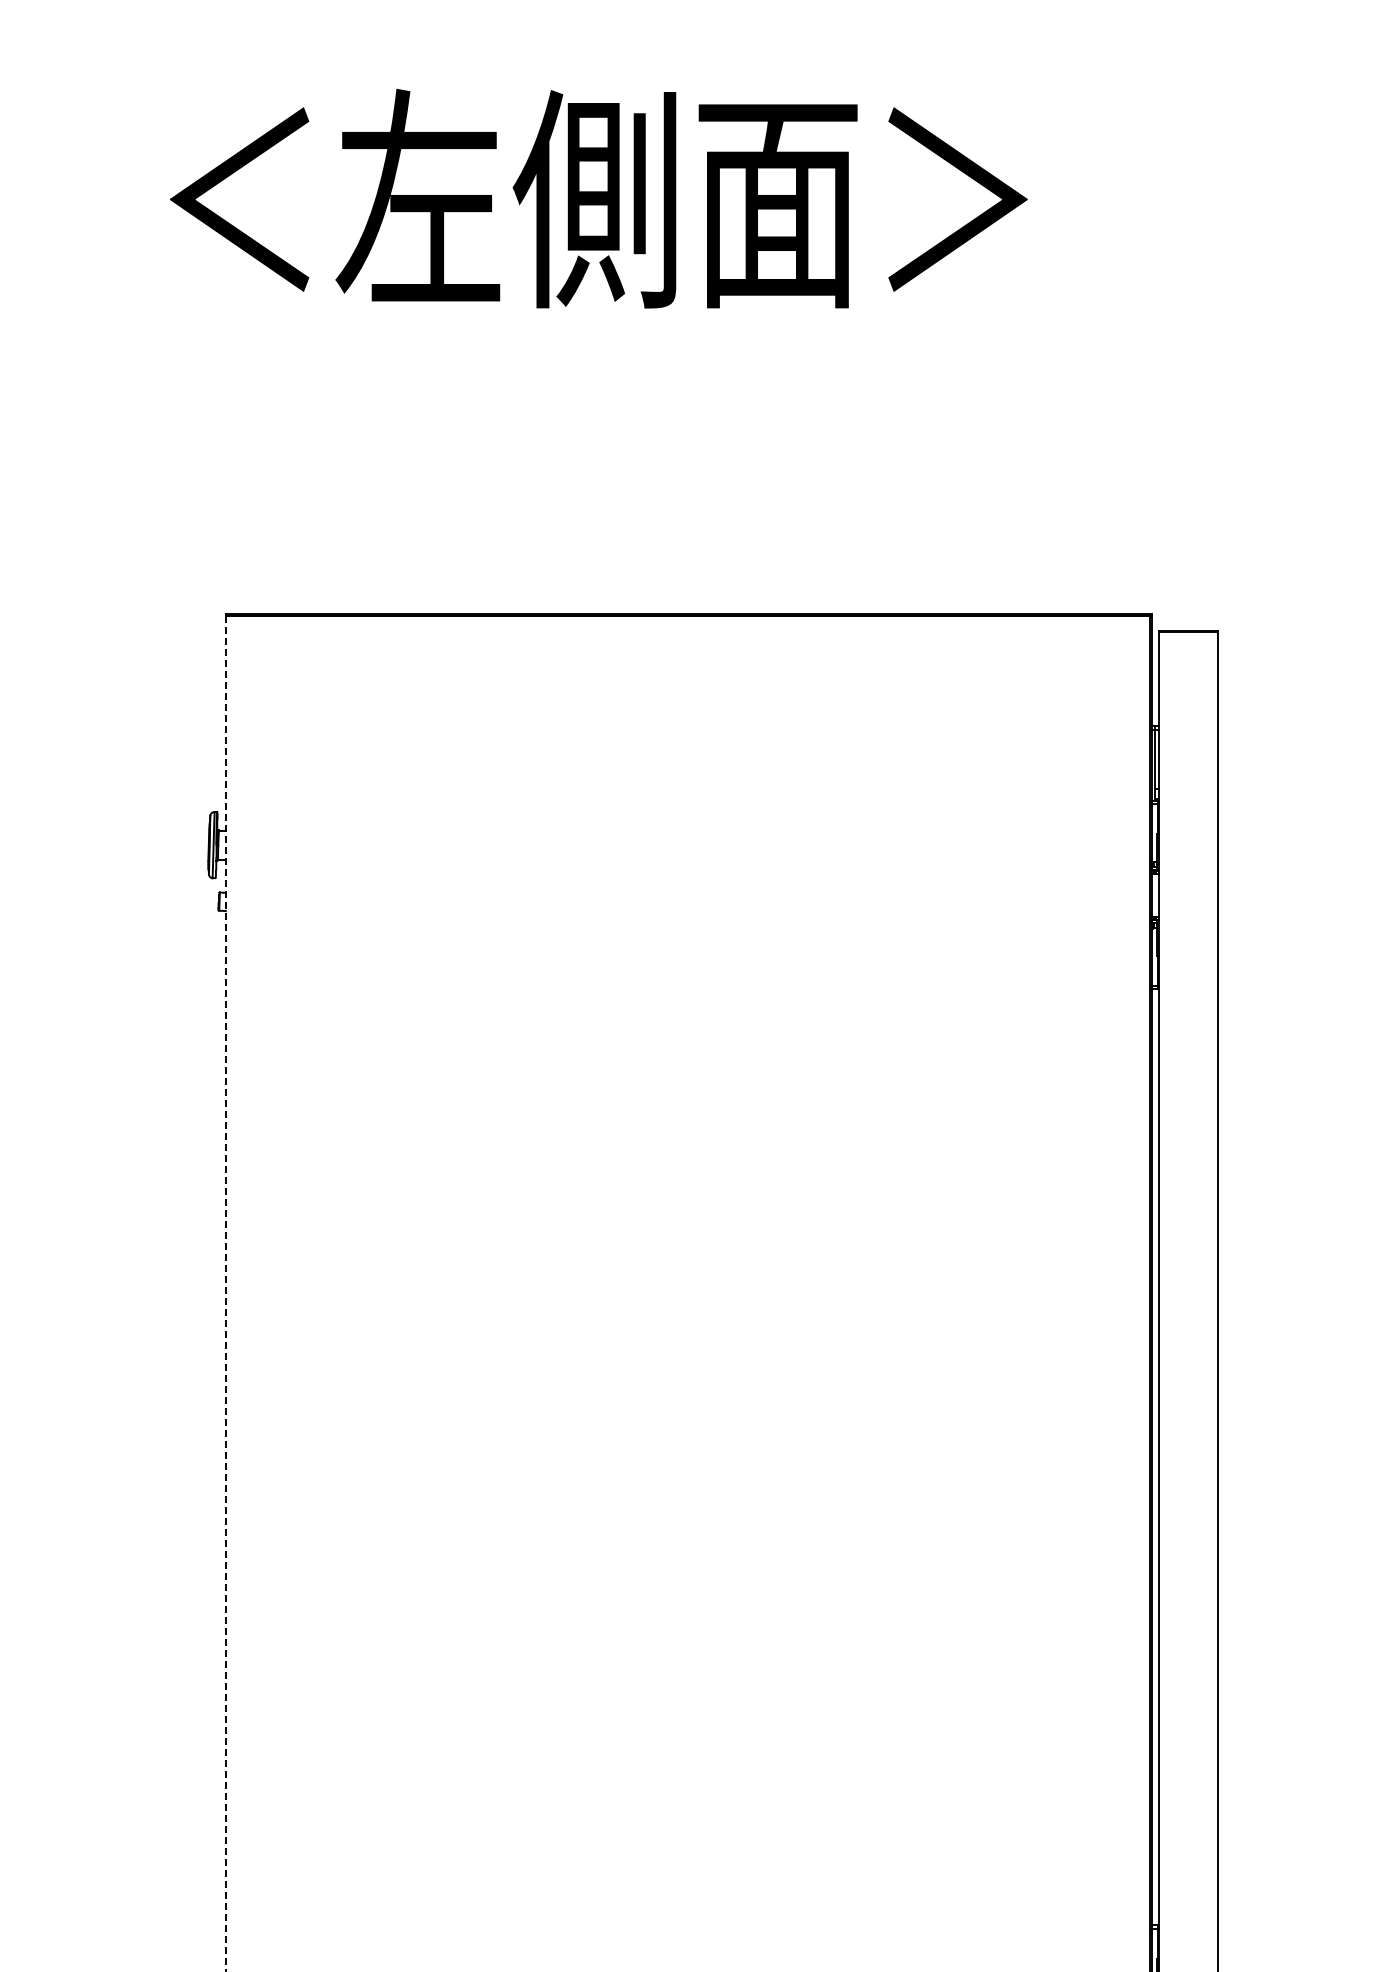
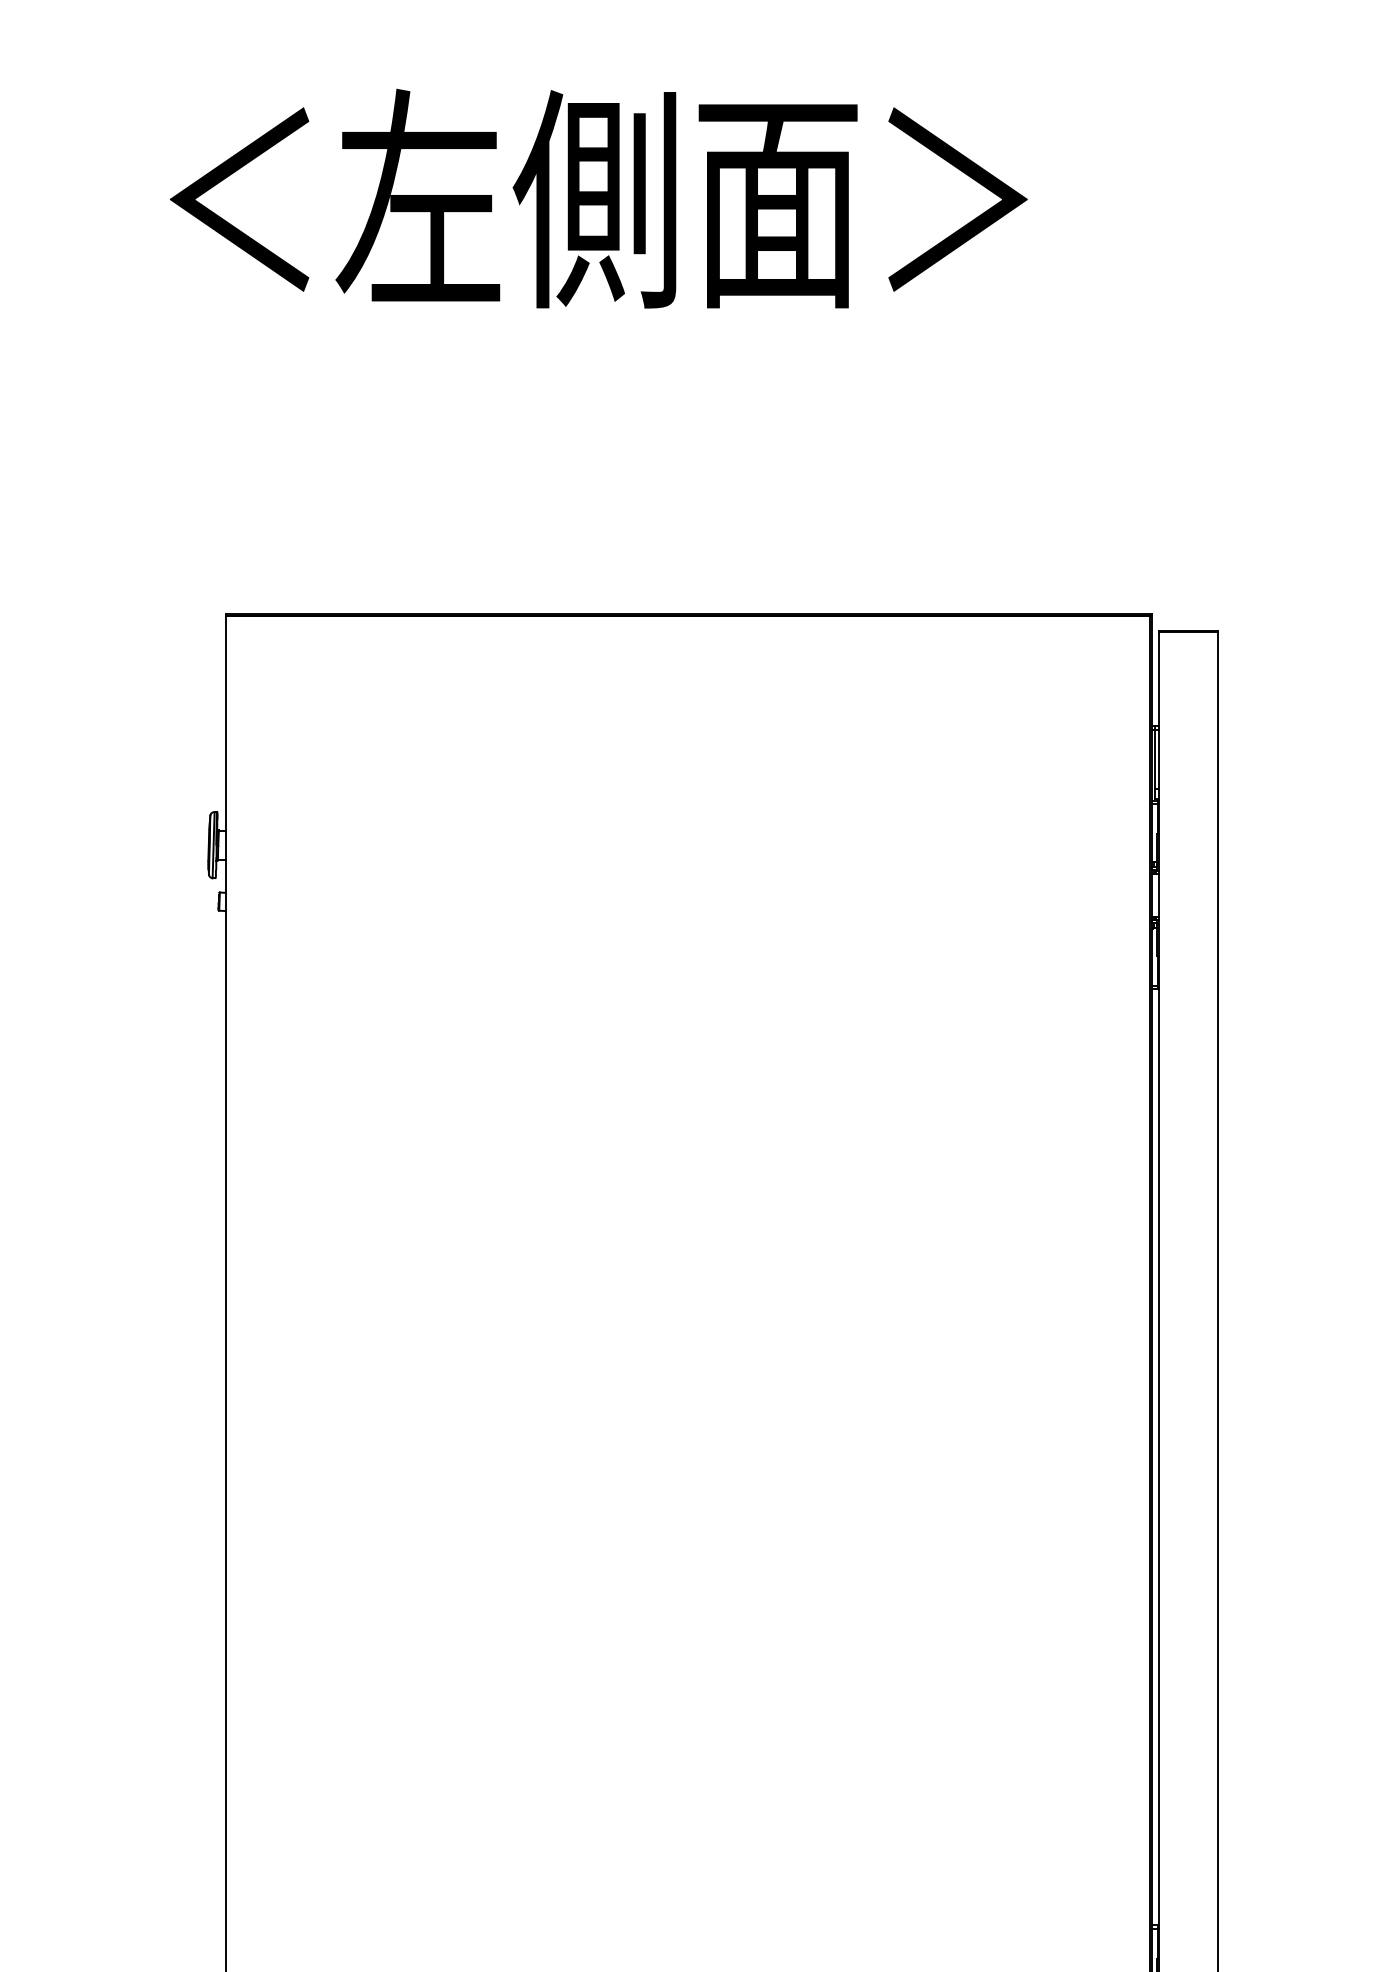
line at (225, 1293): dashed -> solid
